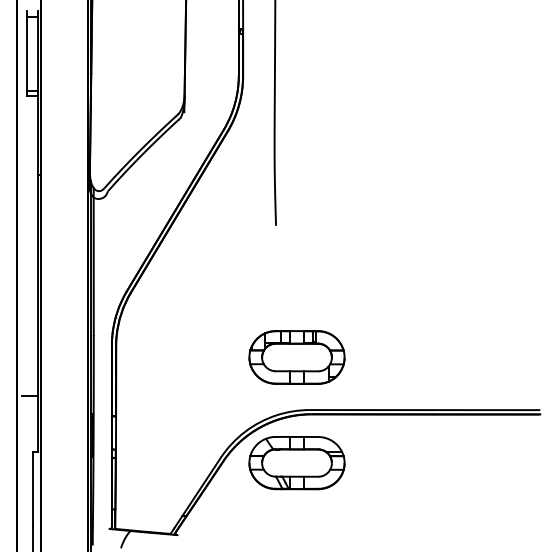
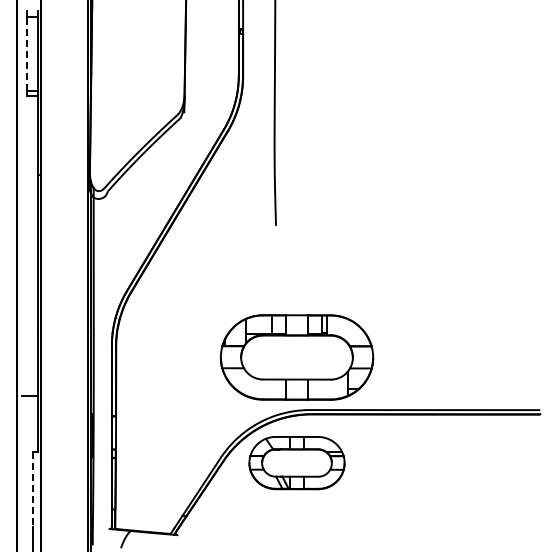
line at (27, 53): solid -> dashed
part at (296, 357) size: 98x55 px -> 156x87 px
line at (32, 489): solid -> dashed
